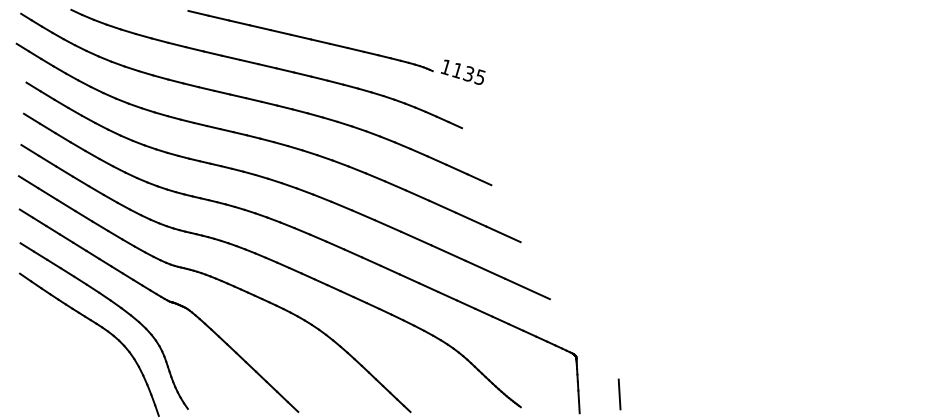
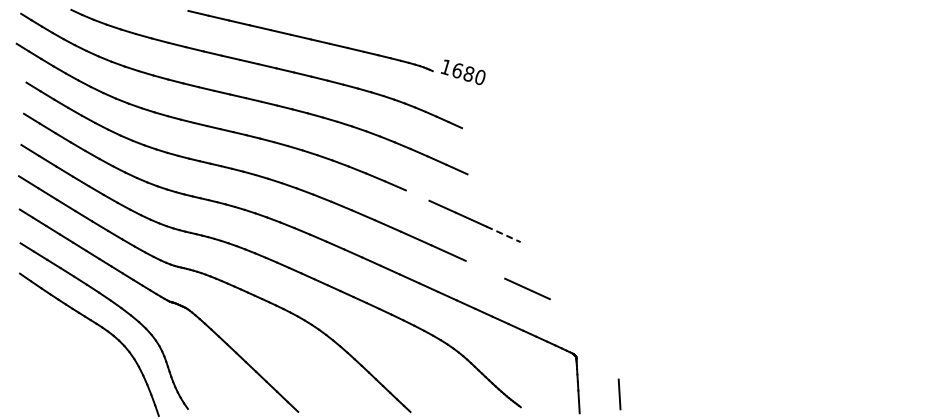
text at (468, 74): 1135 -> 1680
line at (479, 179): present -> none
line at (417, 195): present -> none
line at (503, 234): solid -> dashed
line at (485, 269): present -> none
